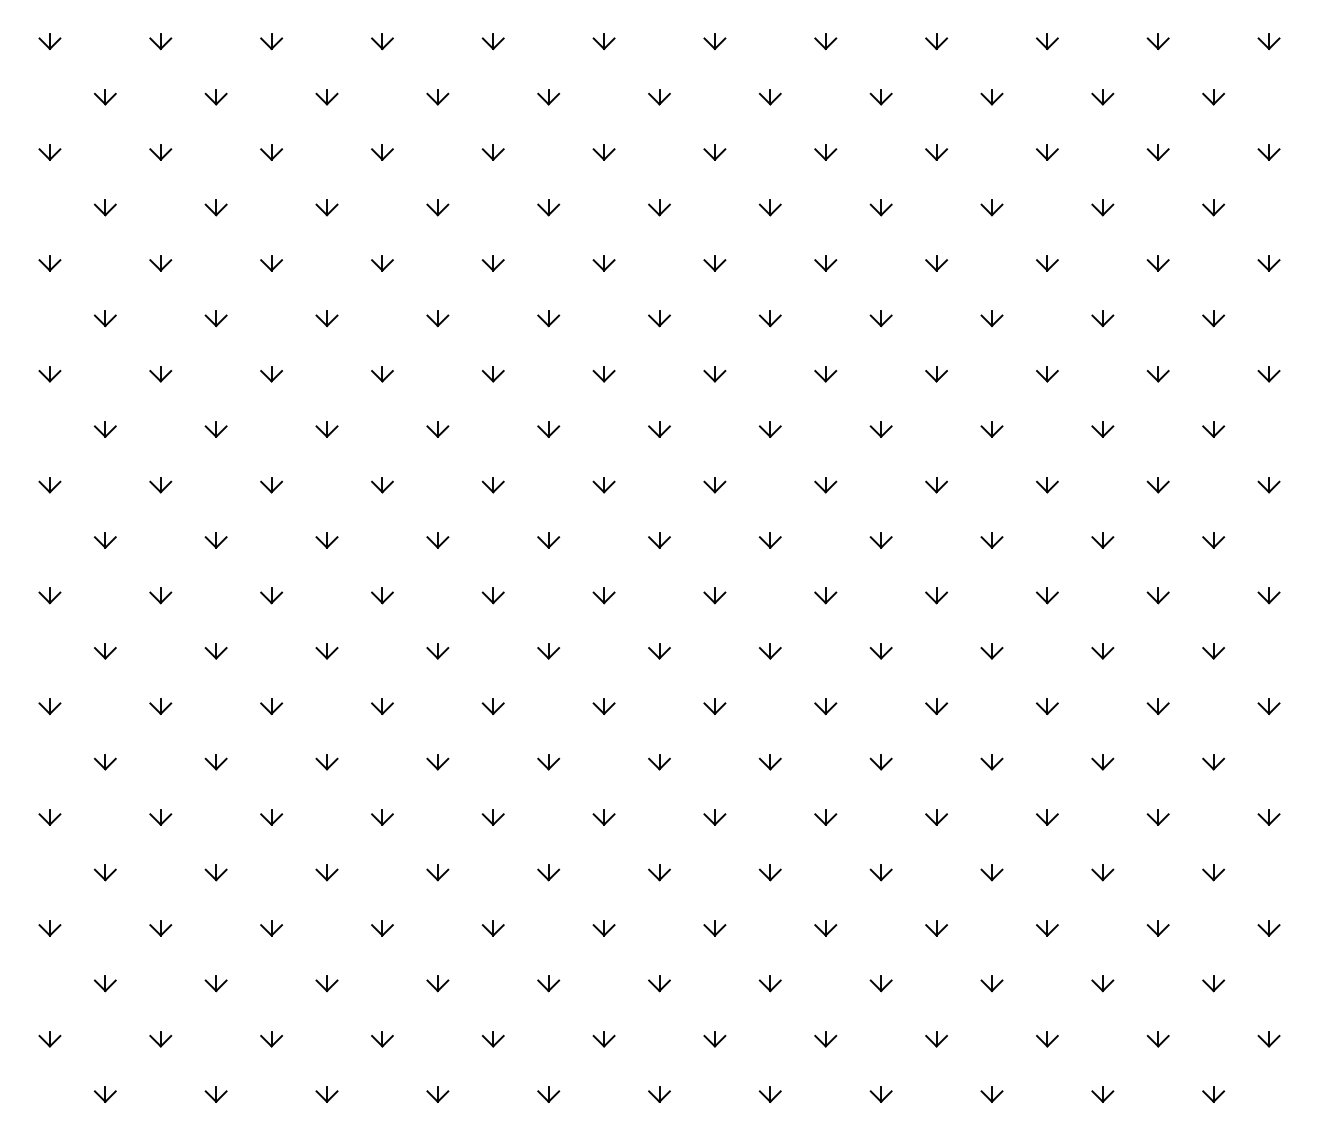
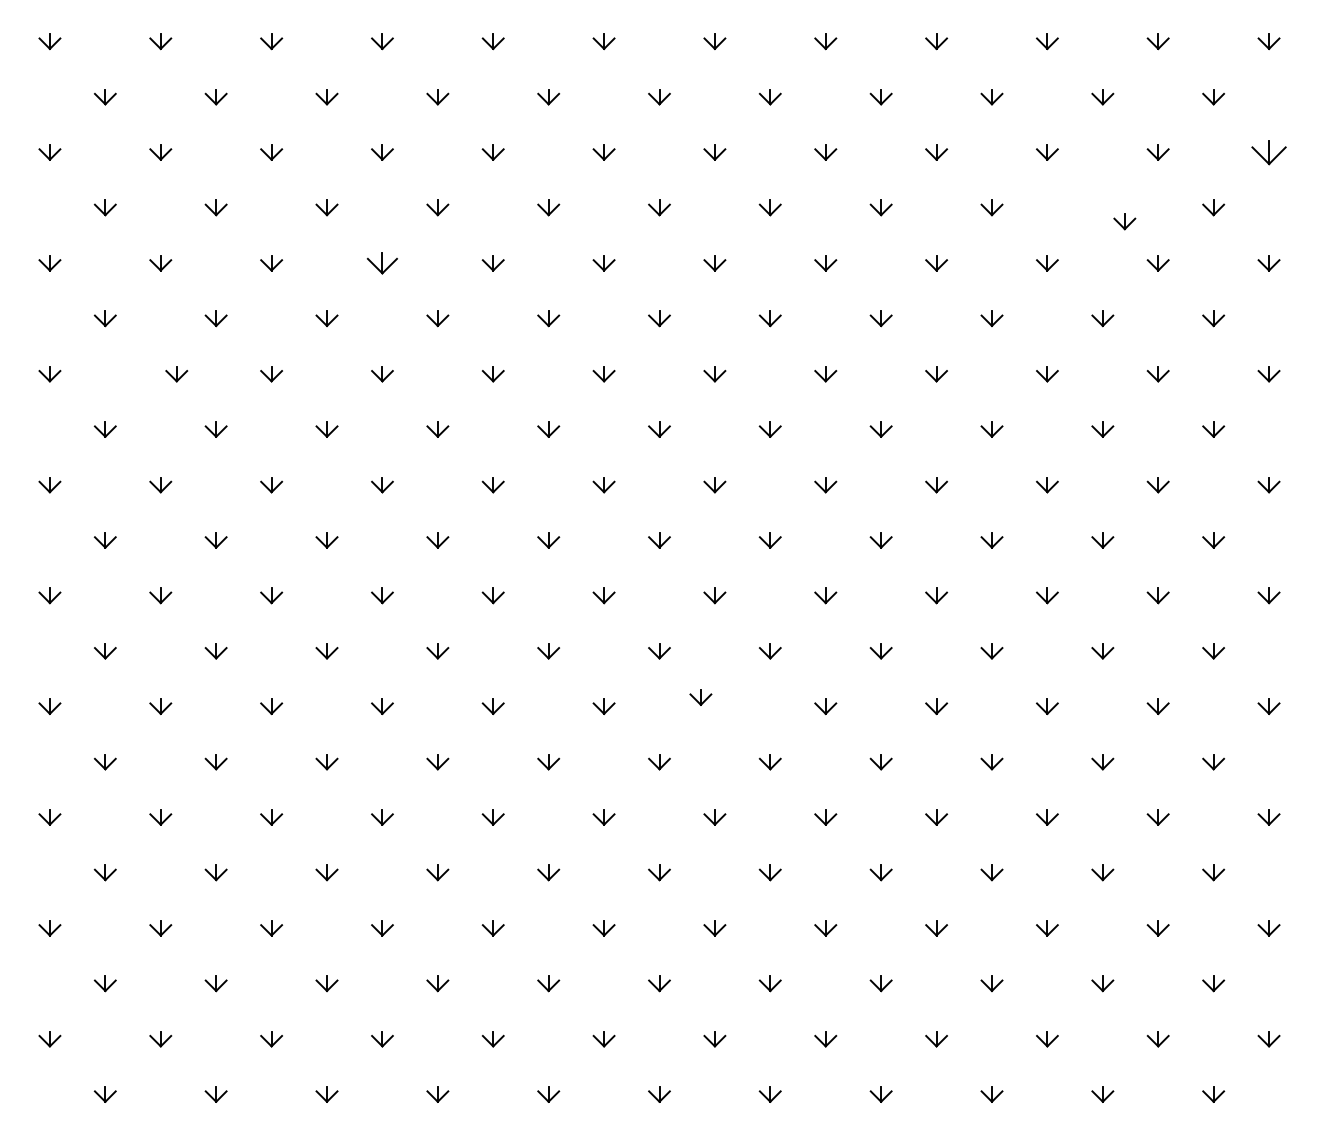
part at (1268, 152) size: 24x17 px -> 36x26 px
part at (1102, 207) position: (1102, 207) -> (1124, 221)
part at (382, 263) size: 23x17 px -> 32x23 px
part at (160, 374) position: (160, 374) -> (176, 374)
part at (714, 706) position: (714, 706) -> (700, 697)
